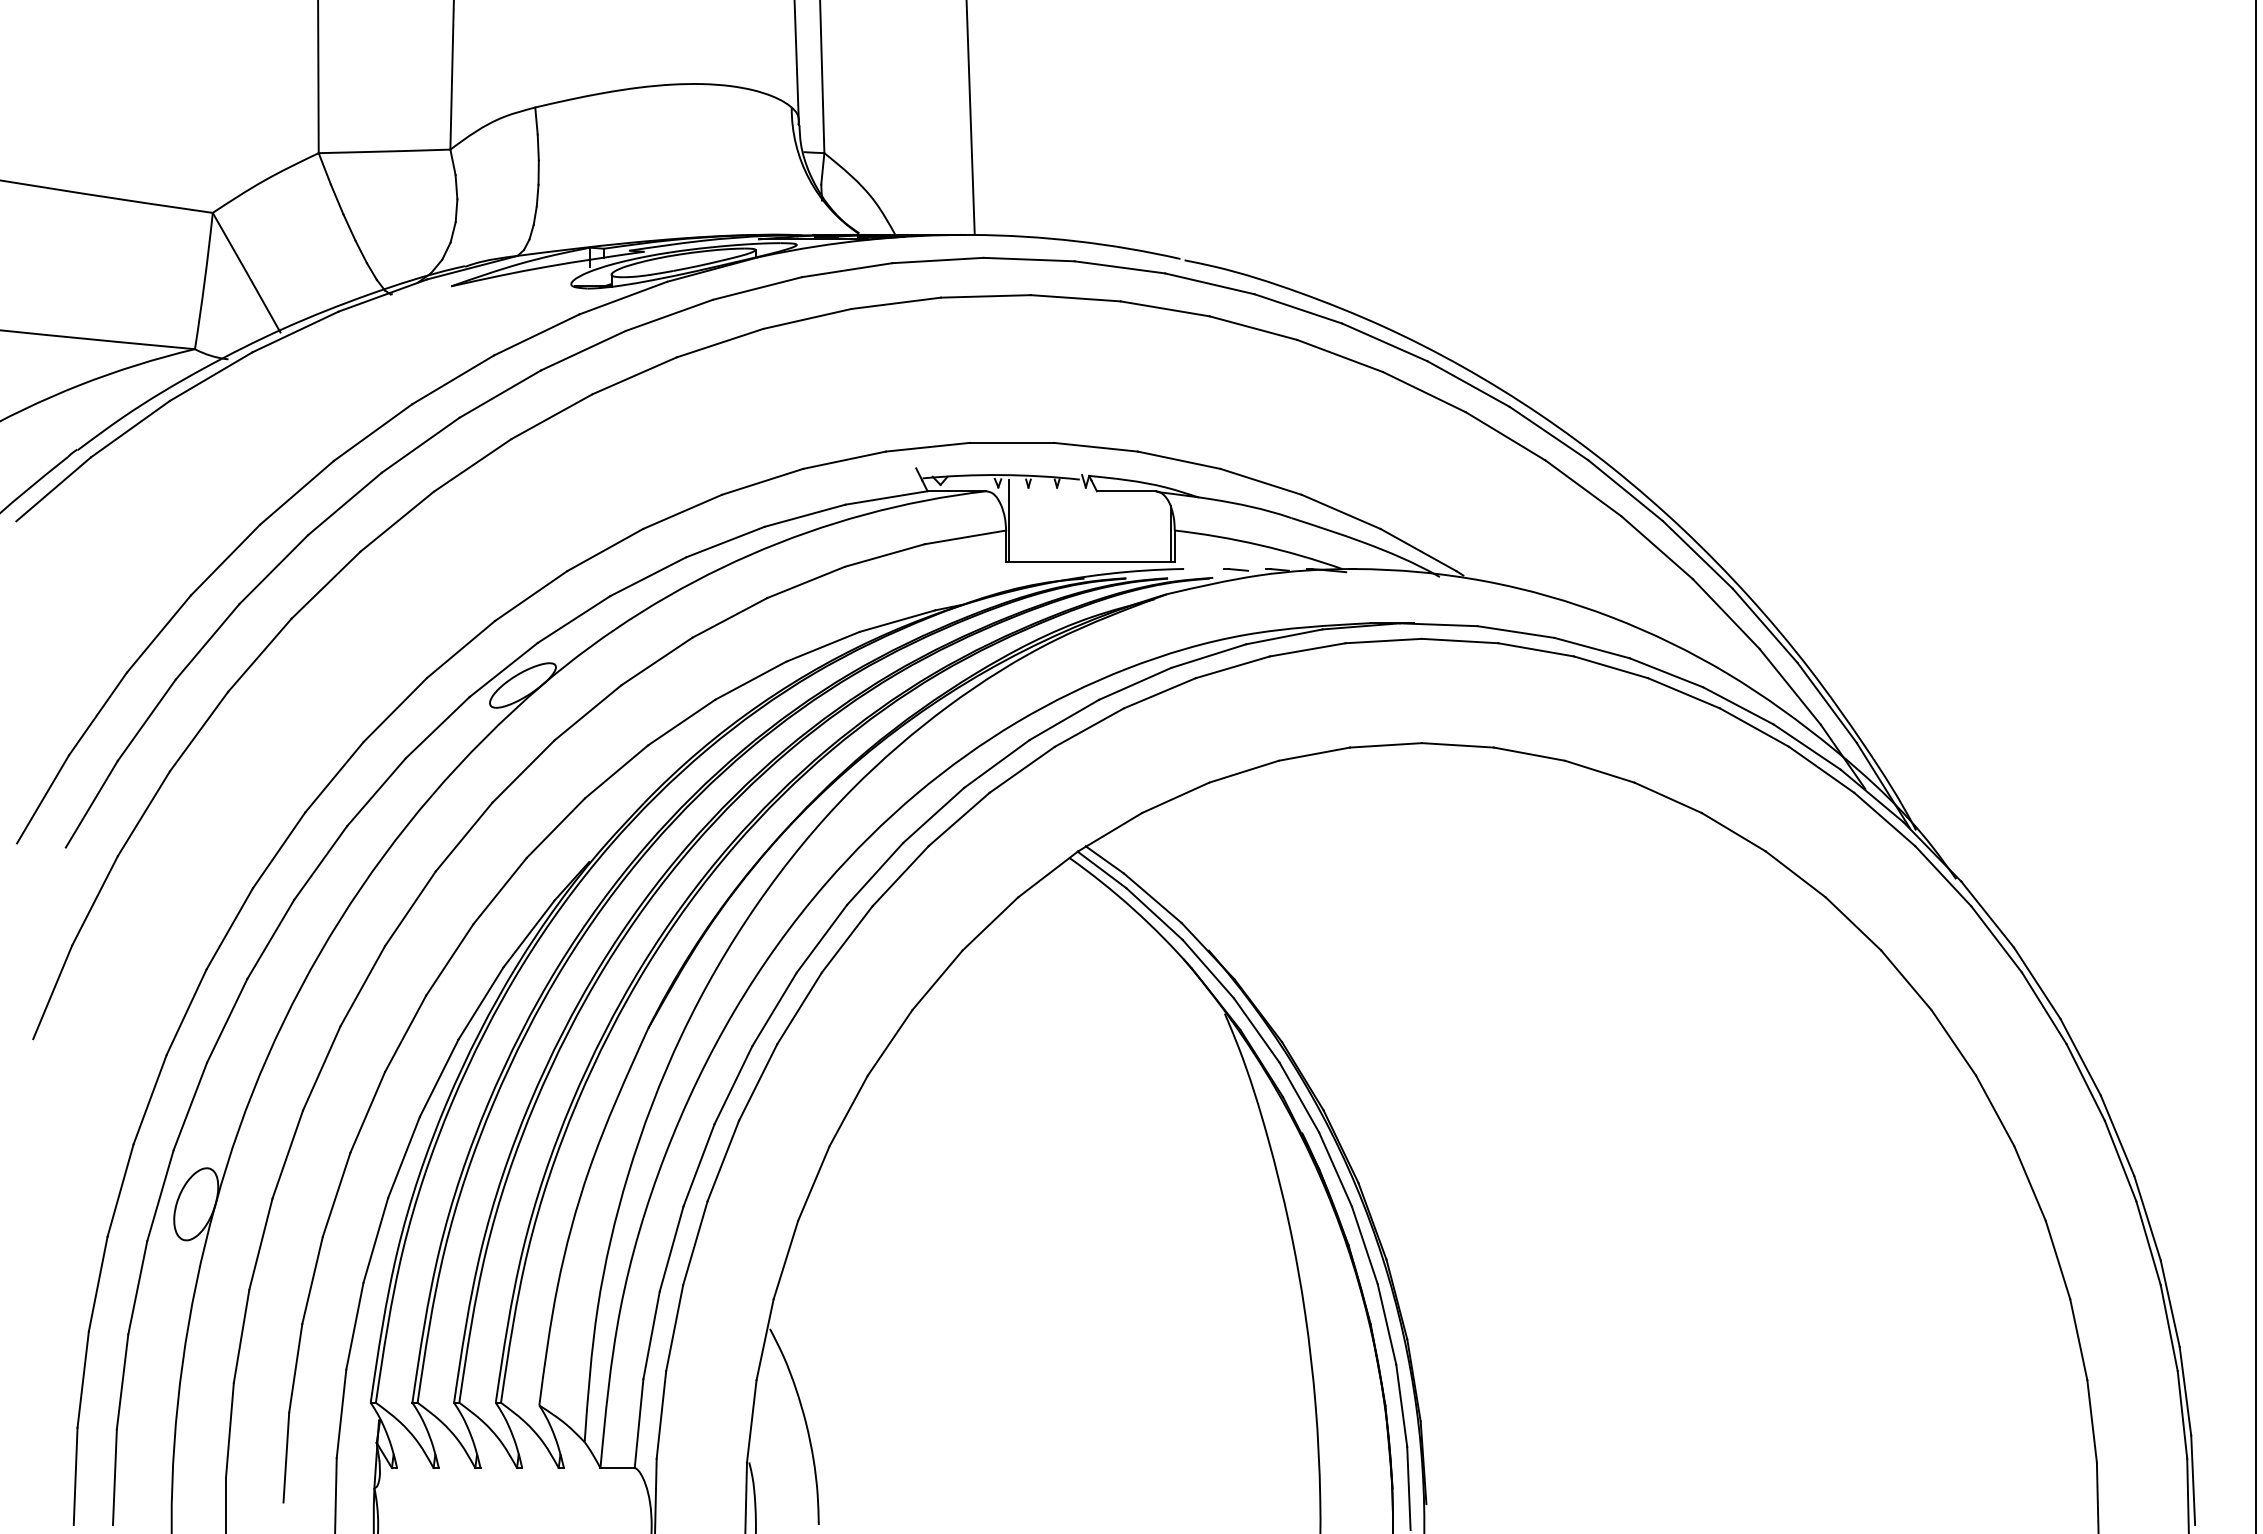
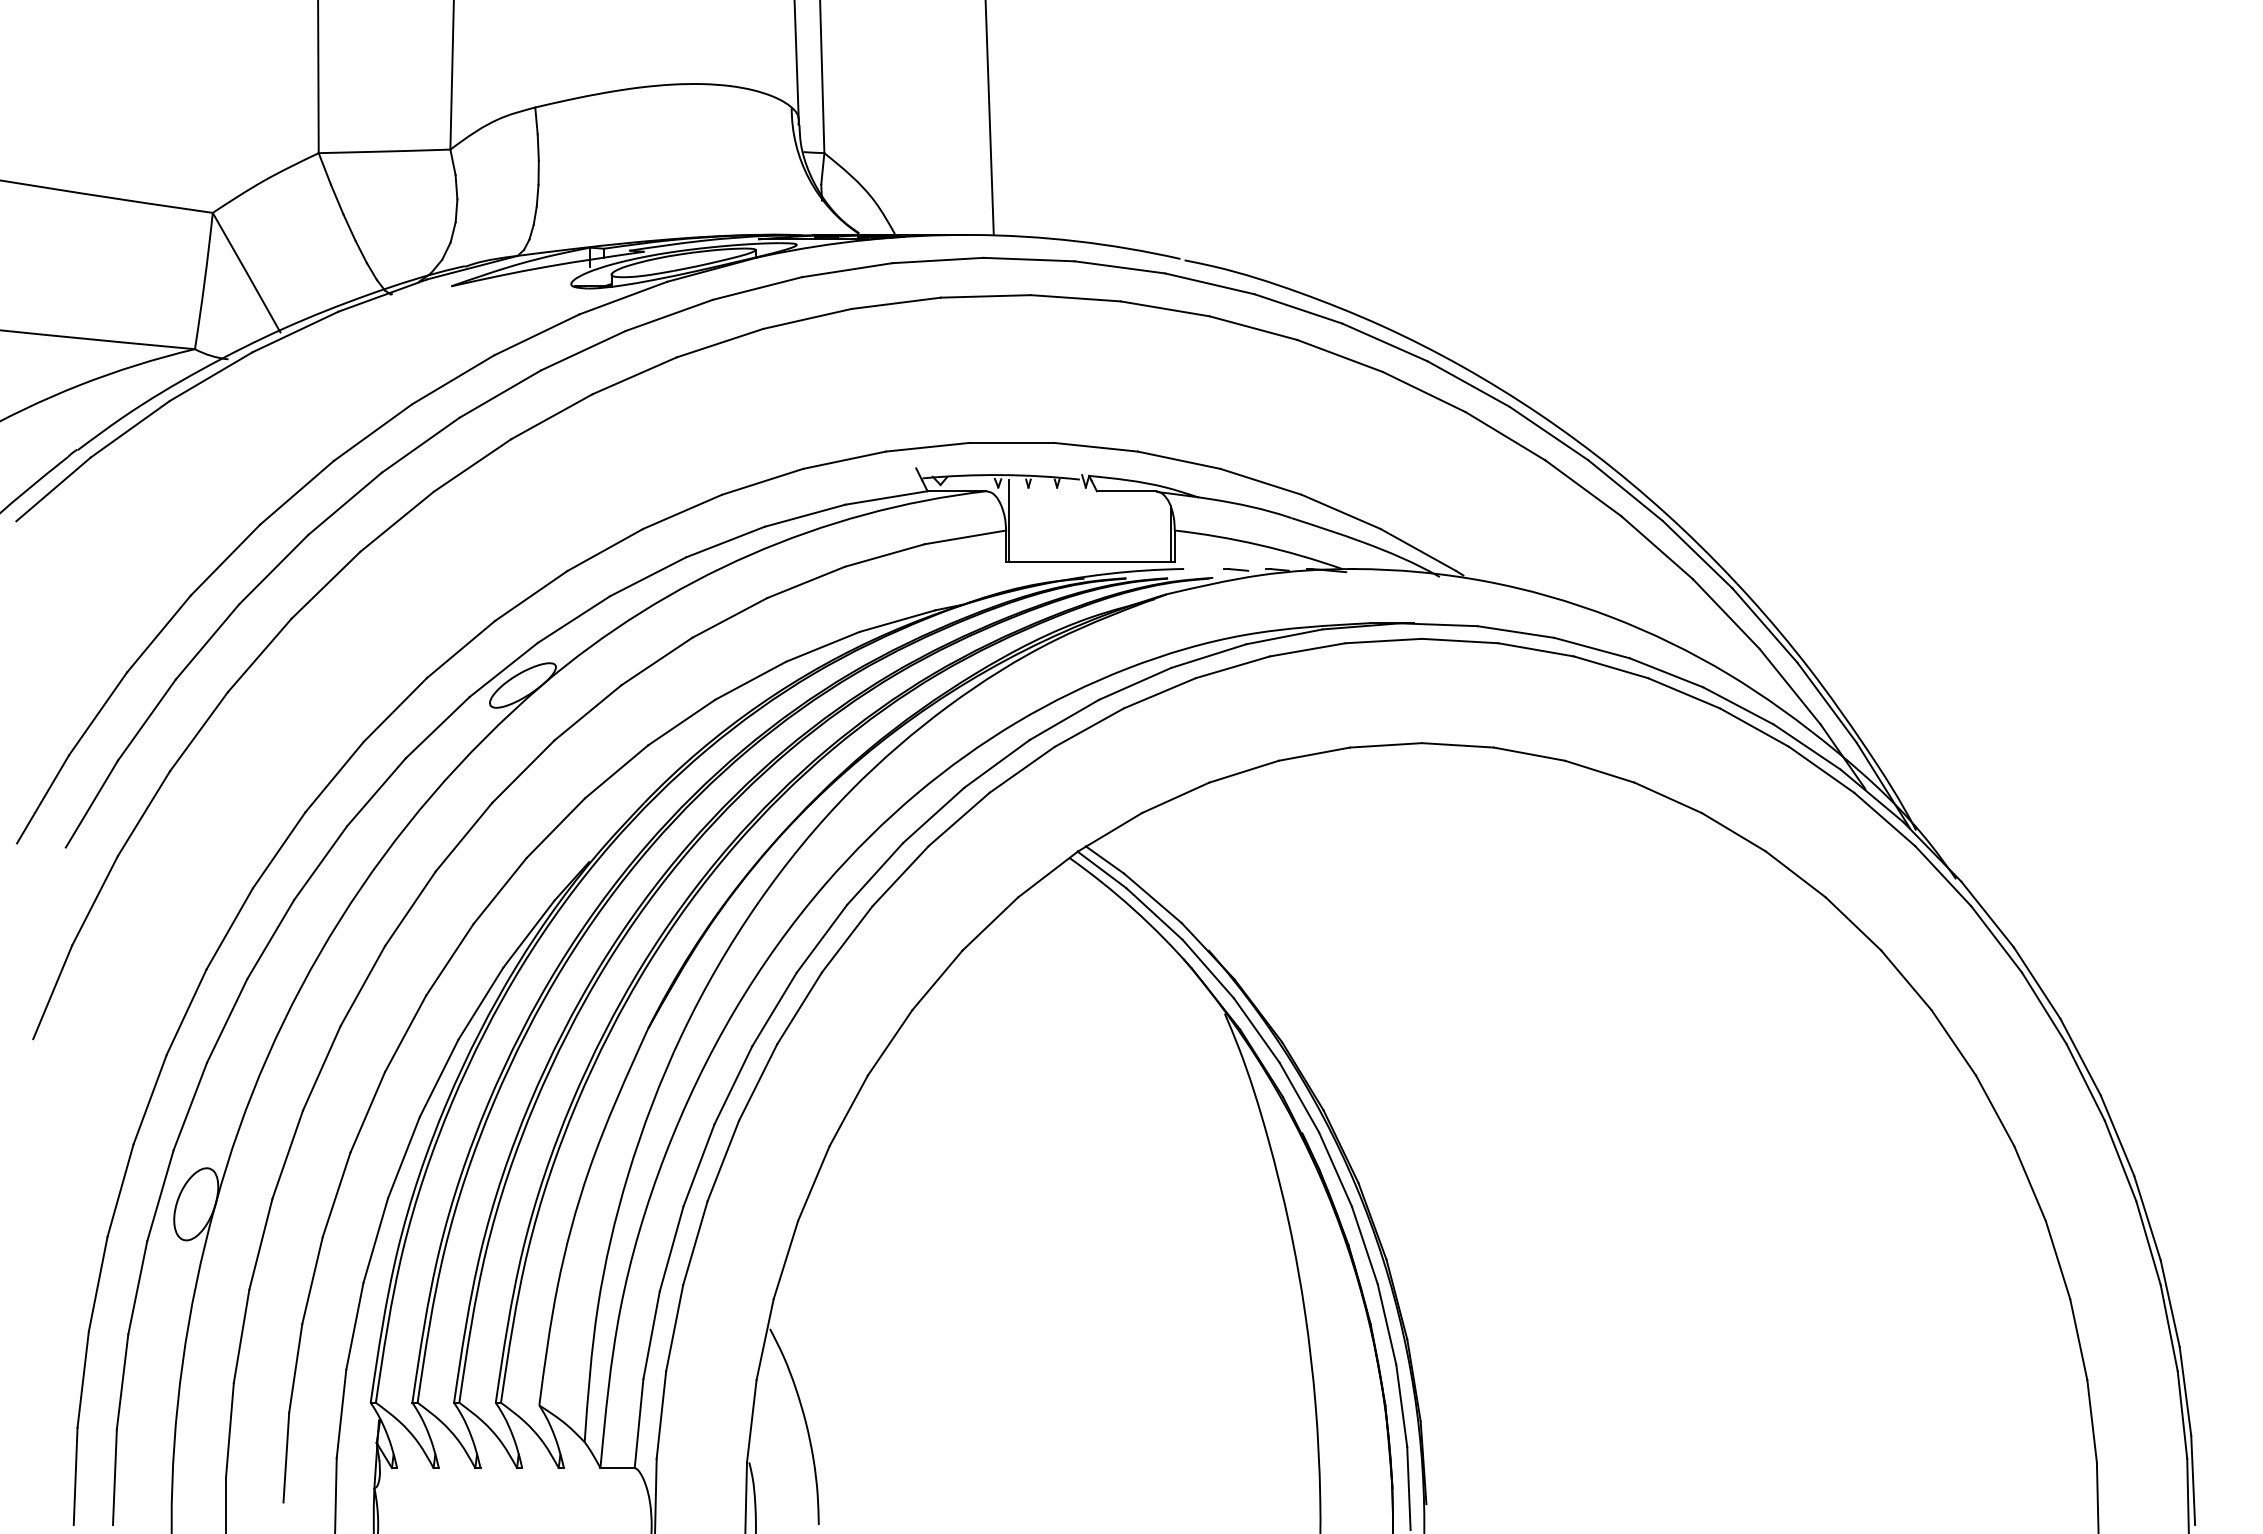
line at (970, 118) position: (970, 118) -> (989, 117)
line at (2256, 766): present -> none
